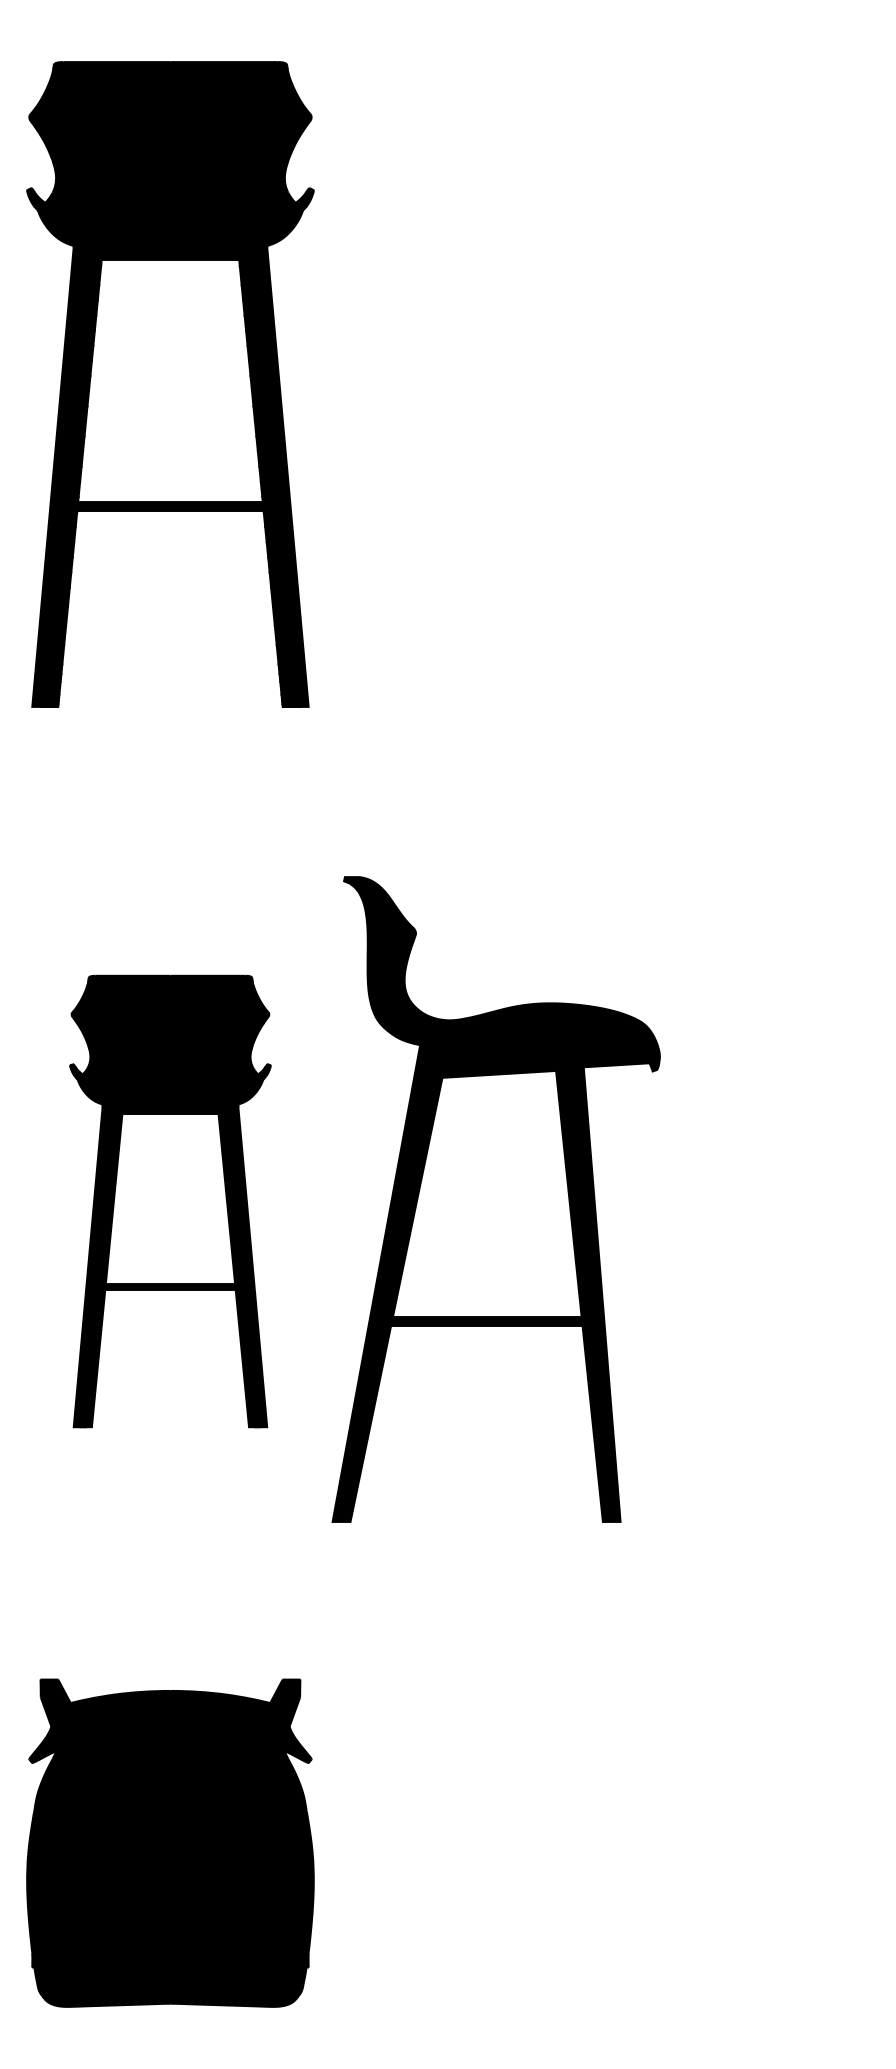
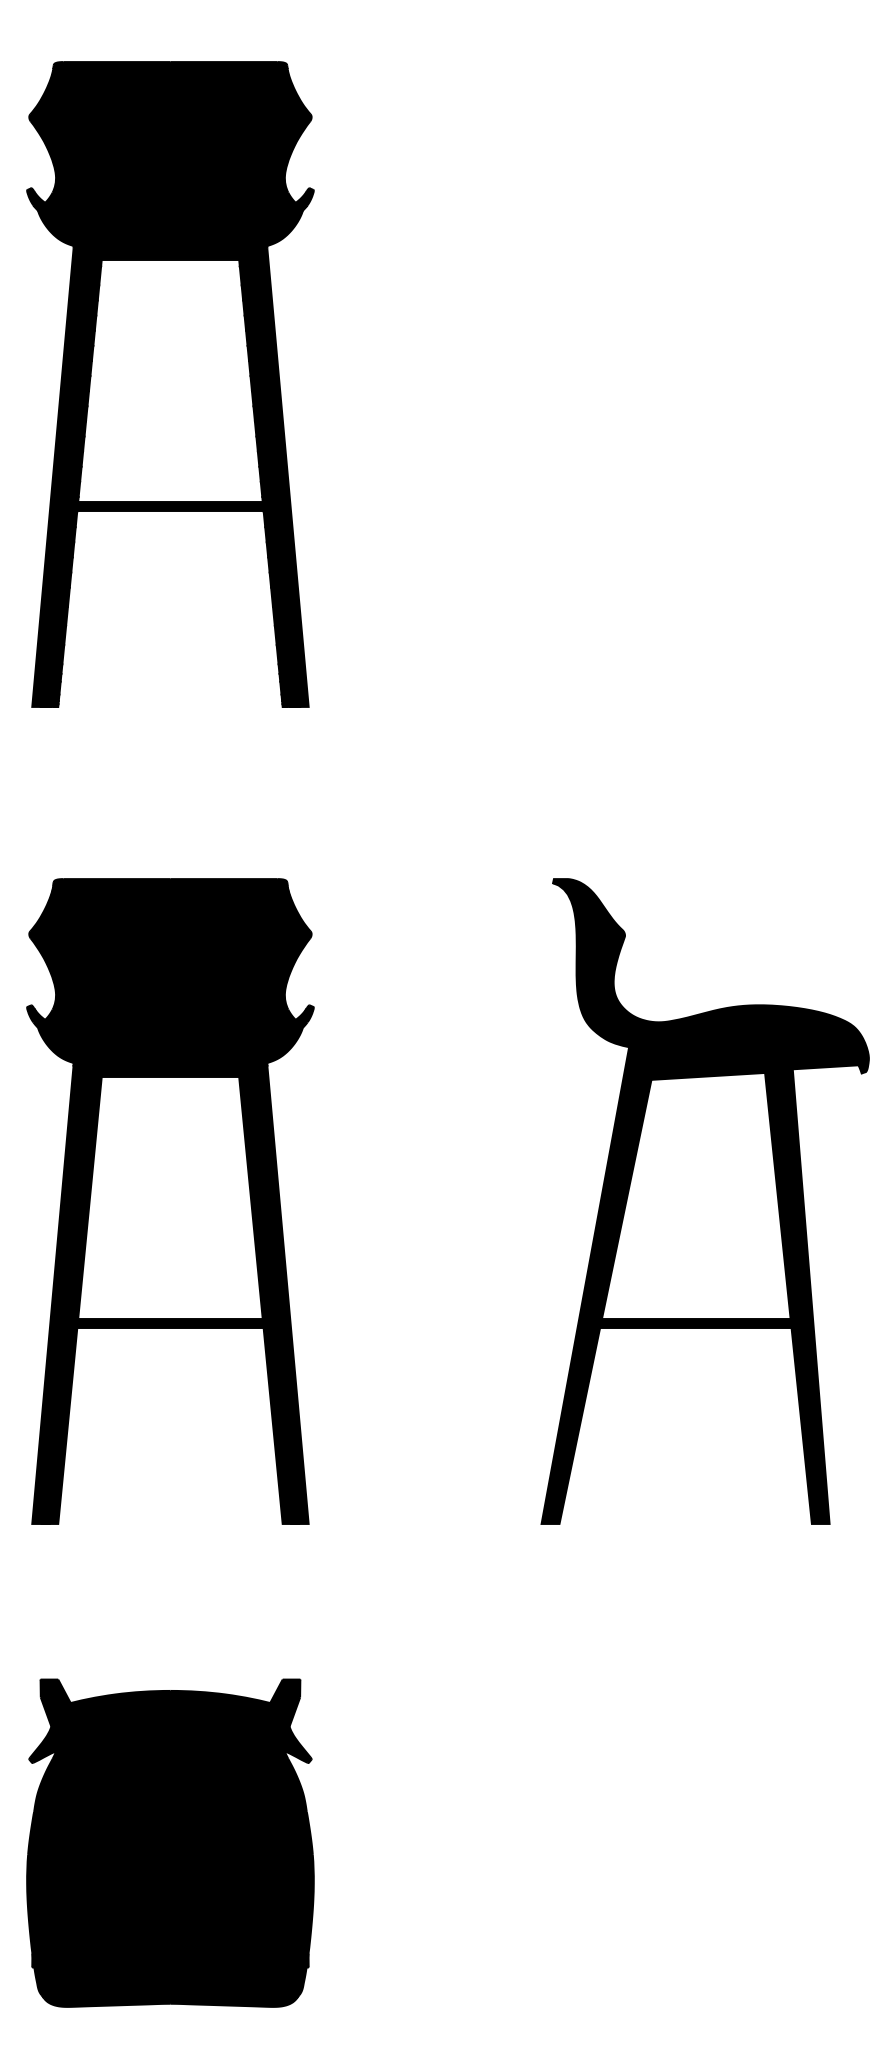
part at (495, 1199) position: (495, 1199) -> (704, 1201)
part at (170, 1201) size: 203x455 px -> 289x647 px
